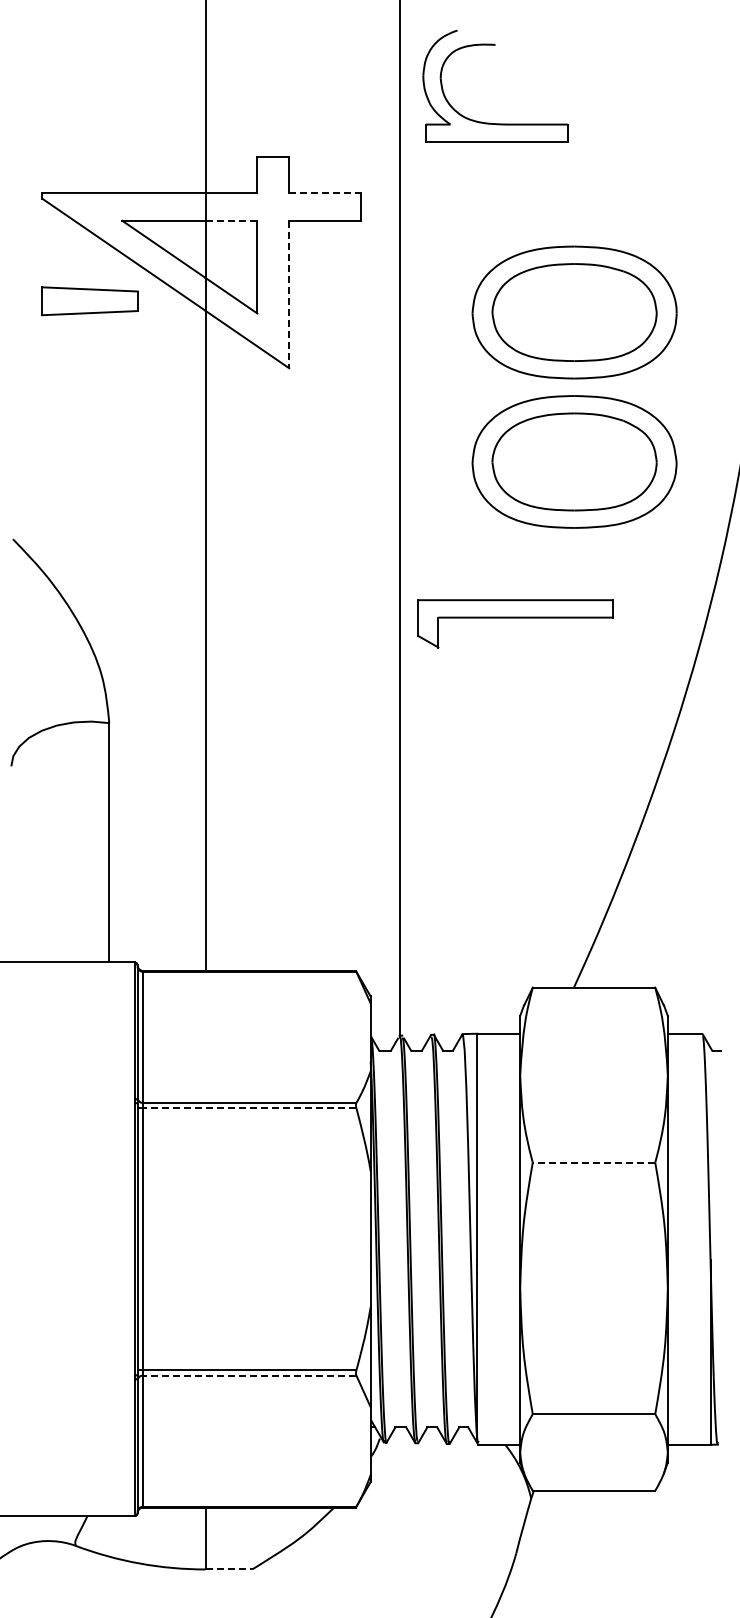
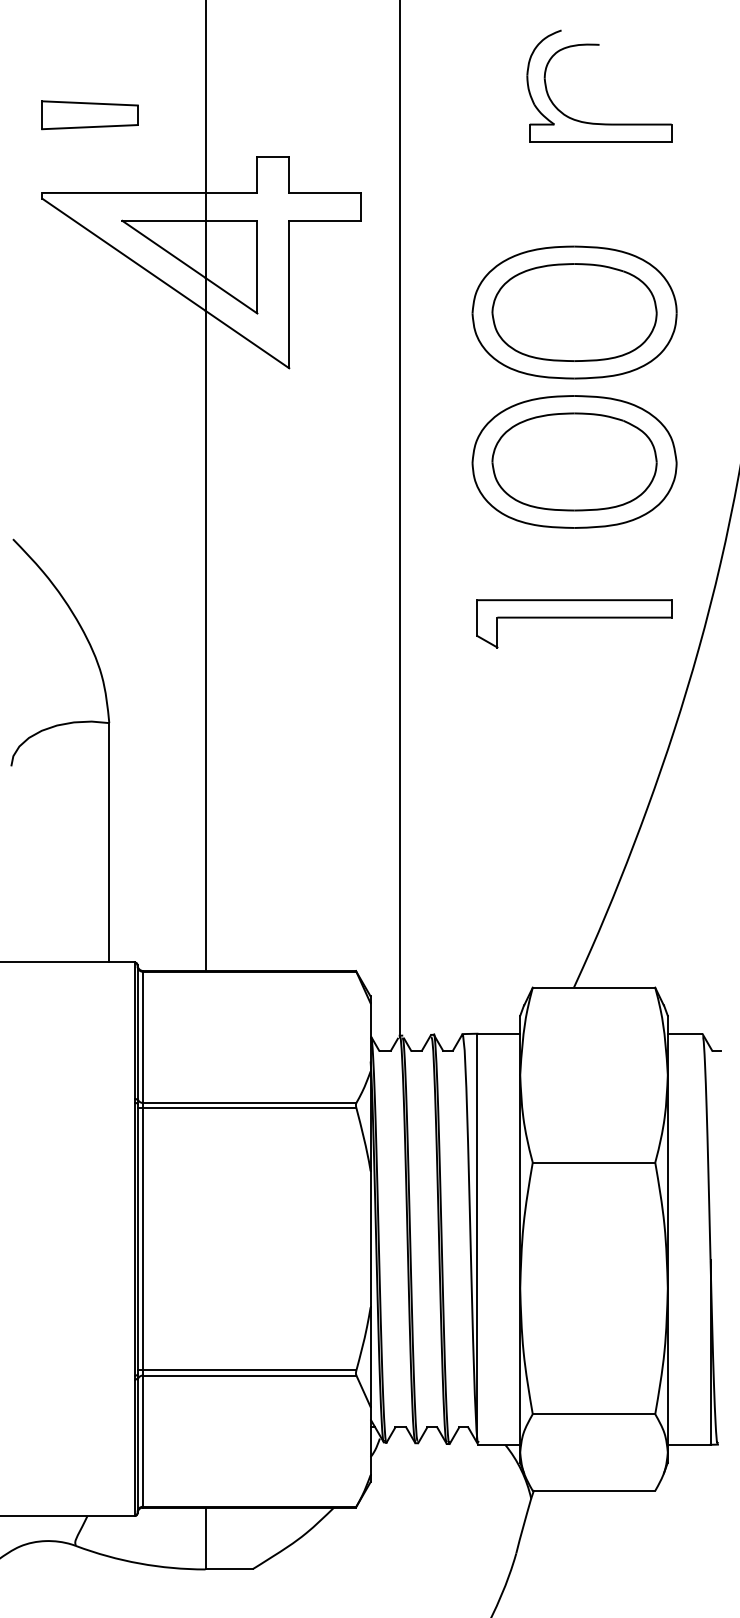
part at (490, 122) position: (490, 122) -> (594, 122)
line at (325, 192): dashed -> solid
line at (231, 220): dashed -> solid
line at (289, 294): dashed -> solid
part at (89, 301) position: (89, 301) -> (89, 115)
part at (515, 623) position: (515, 623) -> (574, 623)
line at (249, 1108): dashed -> solid
line at (593, 1162): dashed -> solid
line at (249, 1375): dashed -> solid
line at (229, 1569): dashed -> solid
